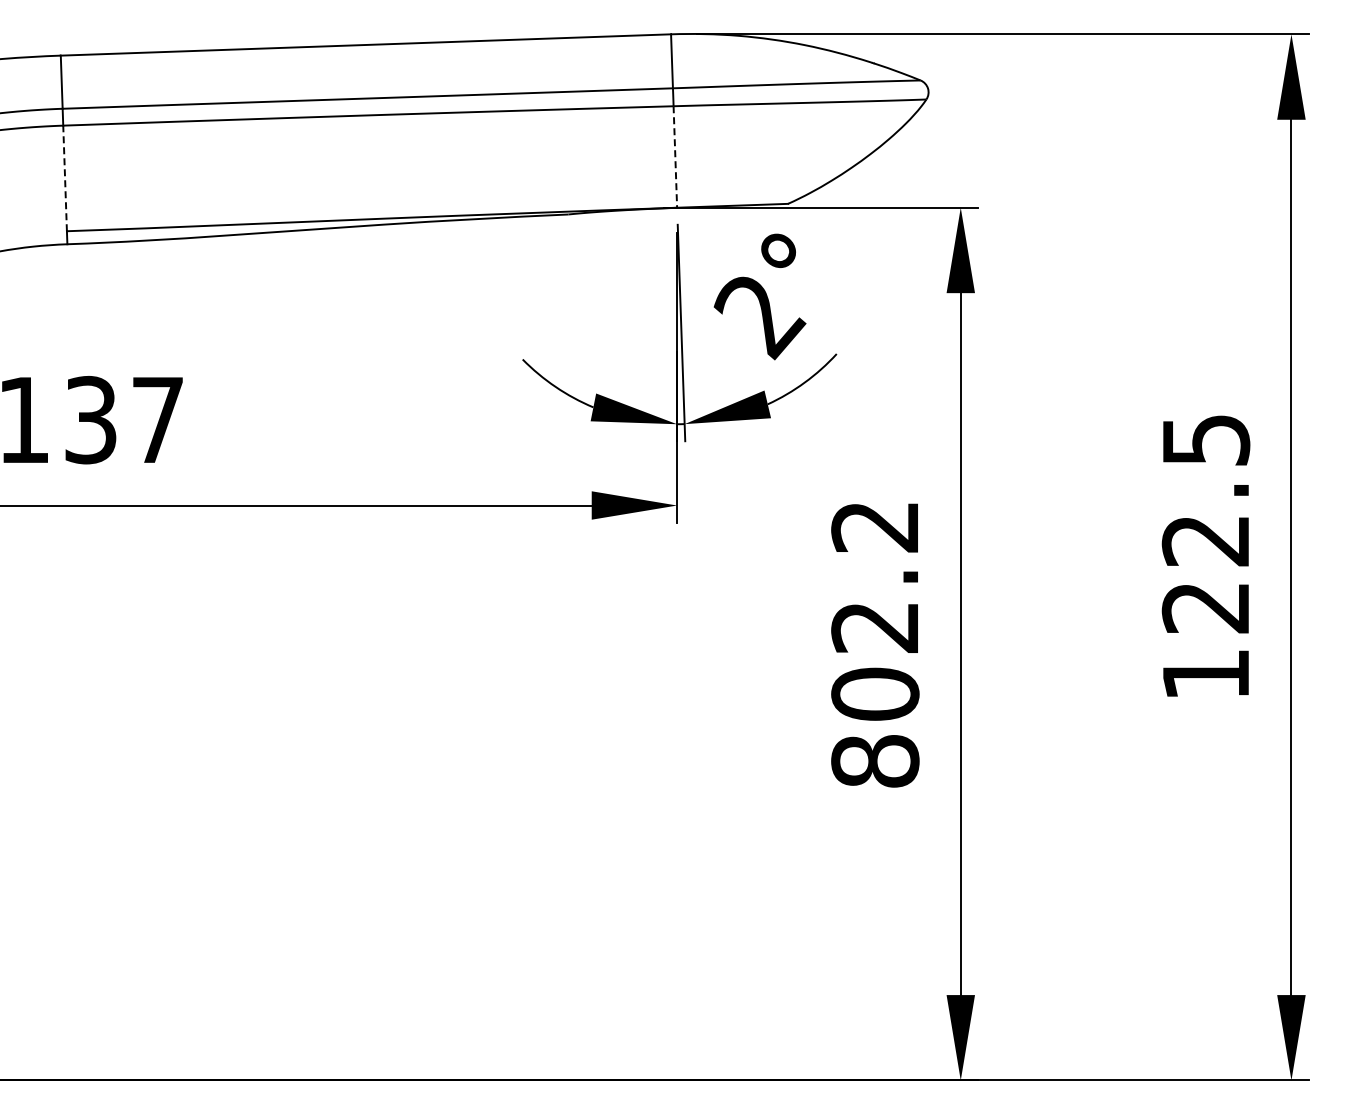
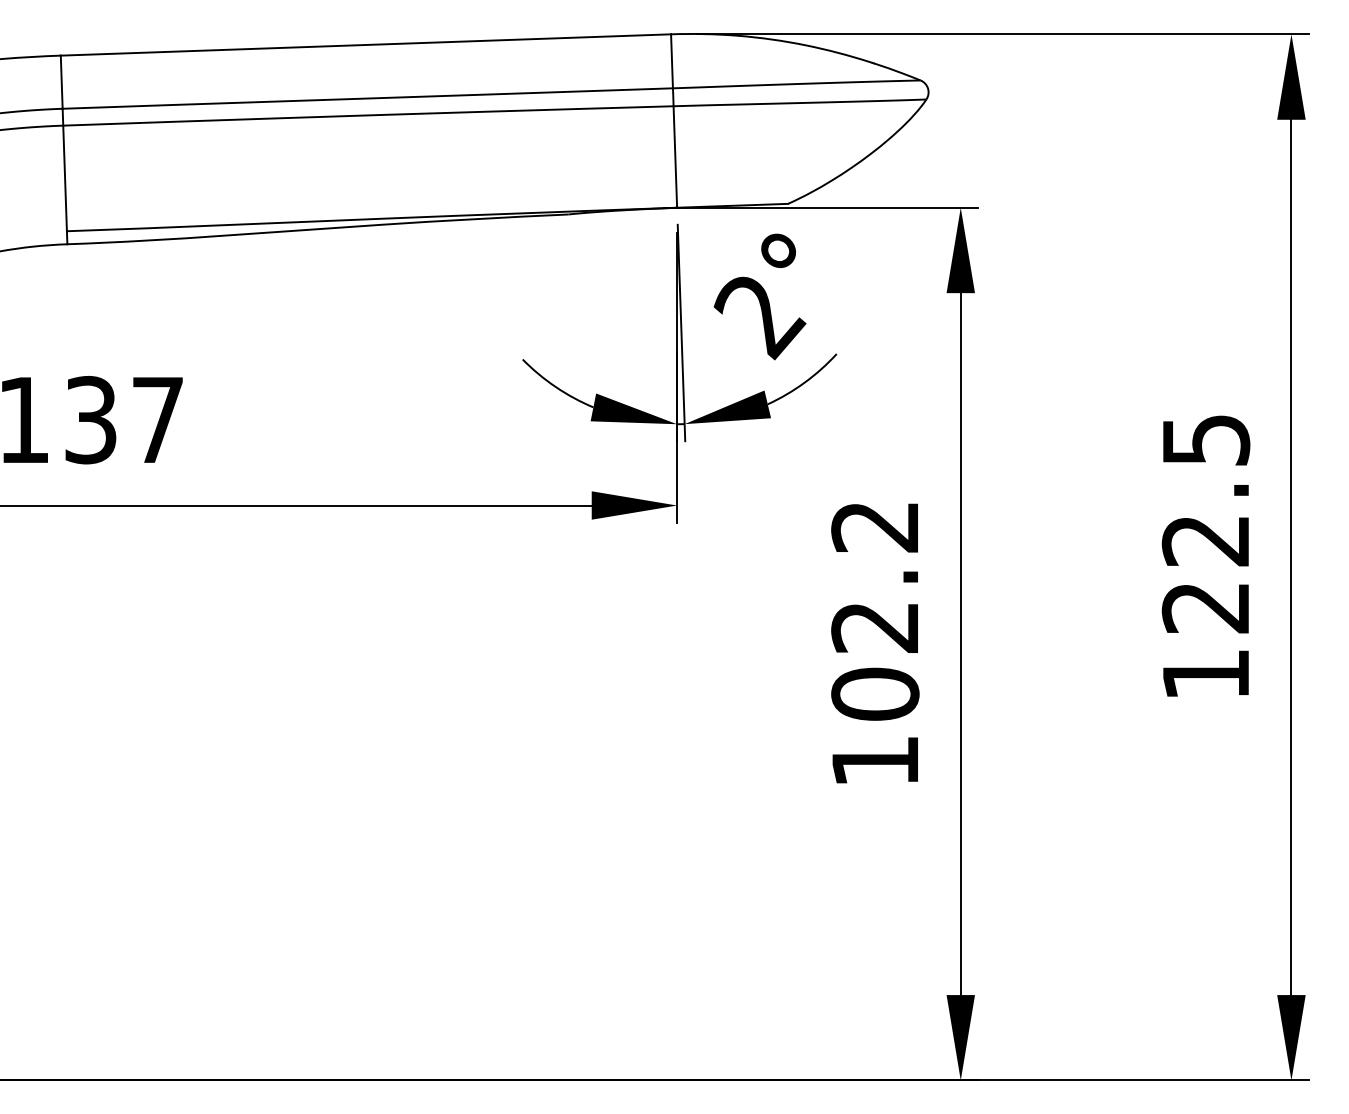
line at (675, 157): dashed -> solid
line at (65, 178): dashed -> solid
text at (875, 761): 802.2 -> 102.2
